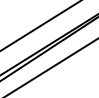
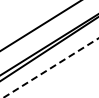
line at (50, 68): solid -> dashed
